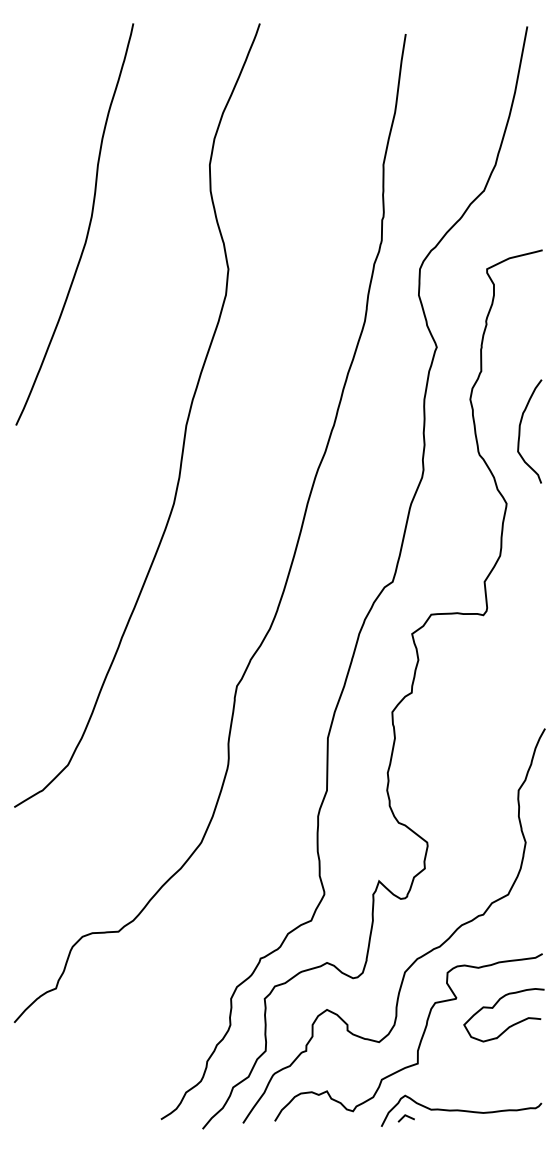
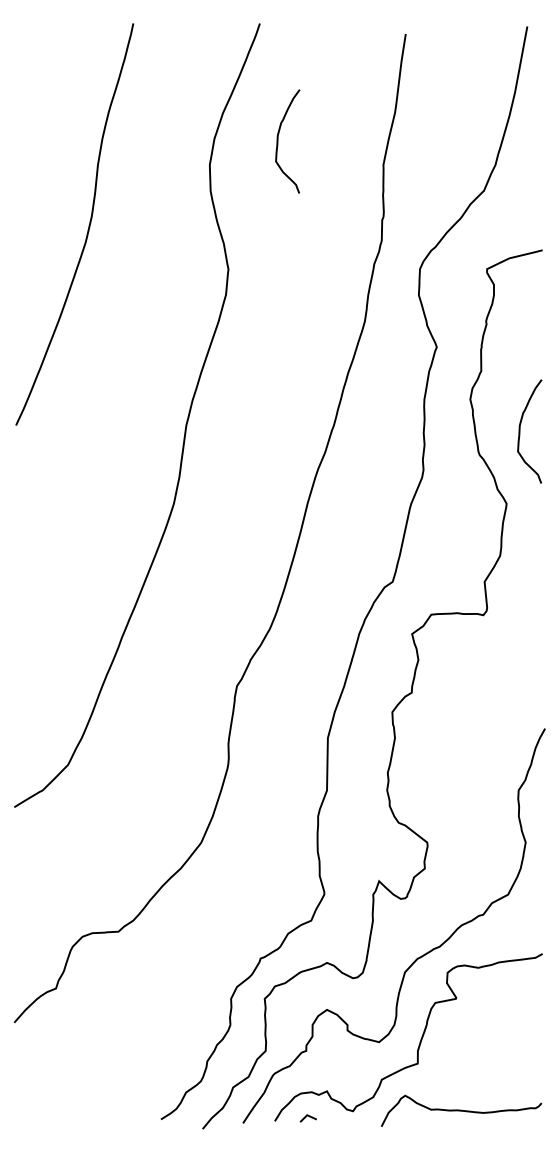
curve at (278, 141): none -> present
curve at (494, 1007): present -> none
line at (404, 1117) position: (404, 1117) -> (306, 1117)
